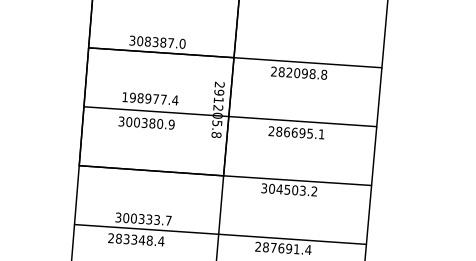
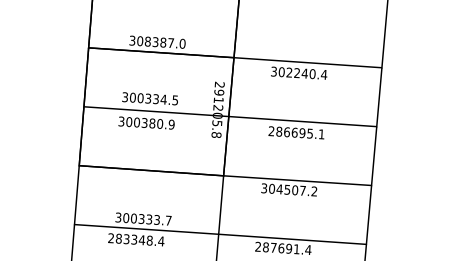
text at (299, 73): 282098.8 -> 302240.4
text at (150, 98): 198977.4 -> 300334.5
text at (302, 190): 304503.2 -> 304507.2
